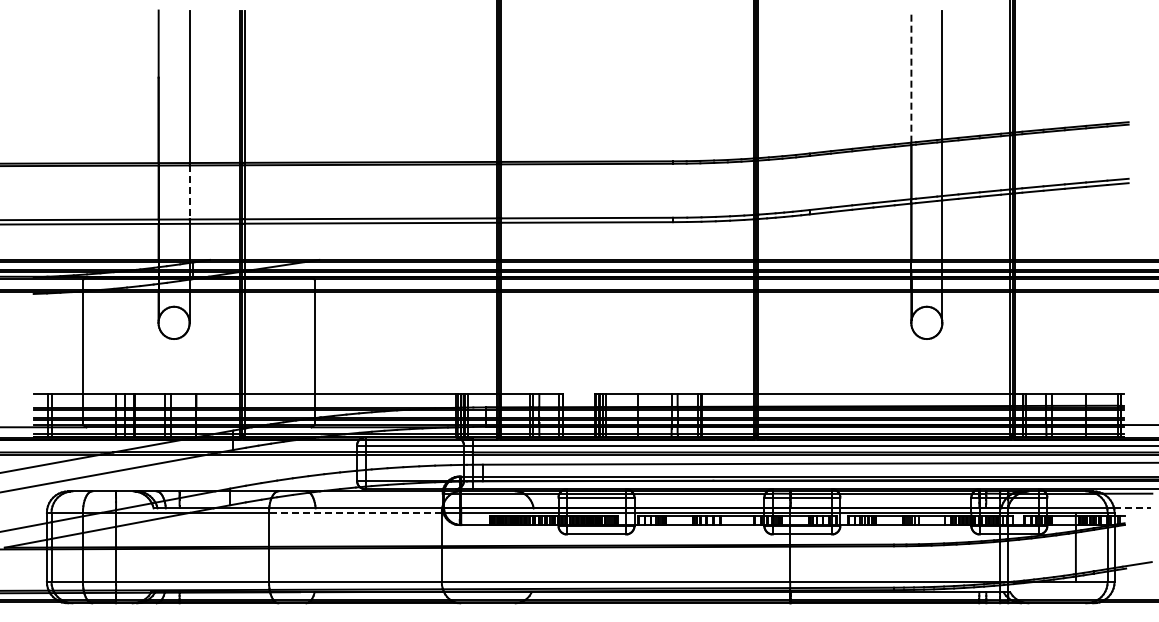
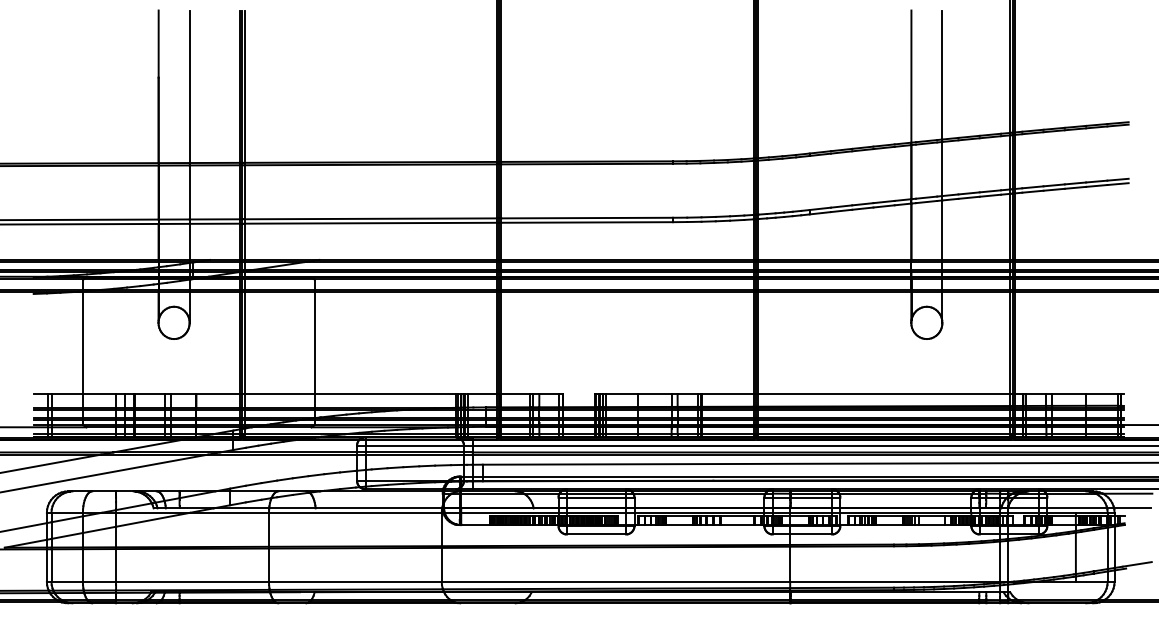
line at (911, 76): dashed -> solid
line at (189, 192): dashed -> solid
line at (1132, 508): dashed -> solid
line at (354, 512): dashed -> solid
